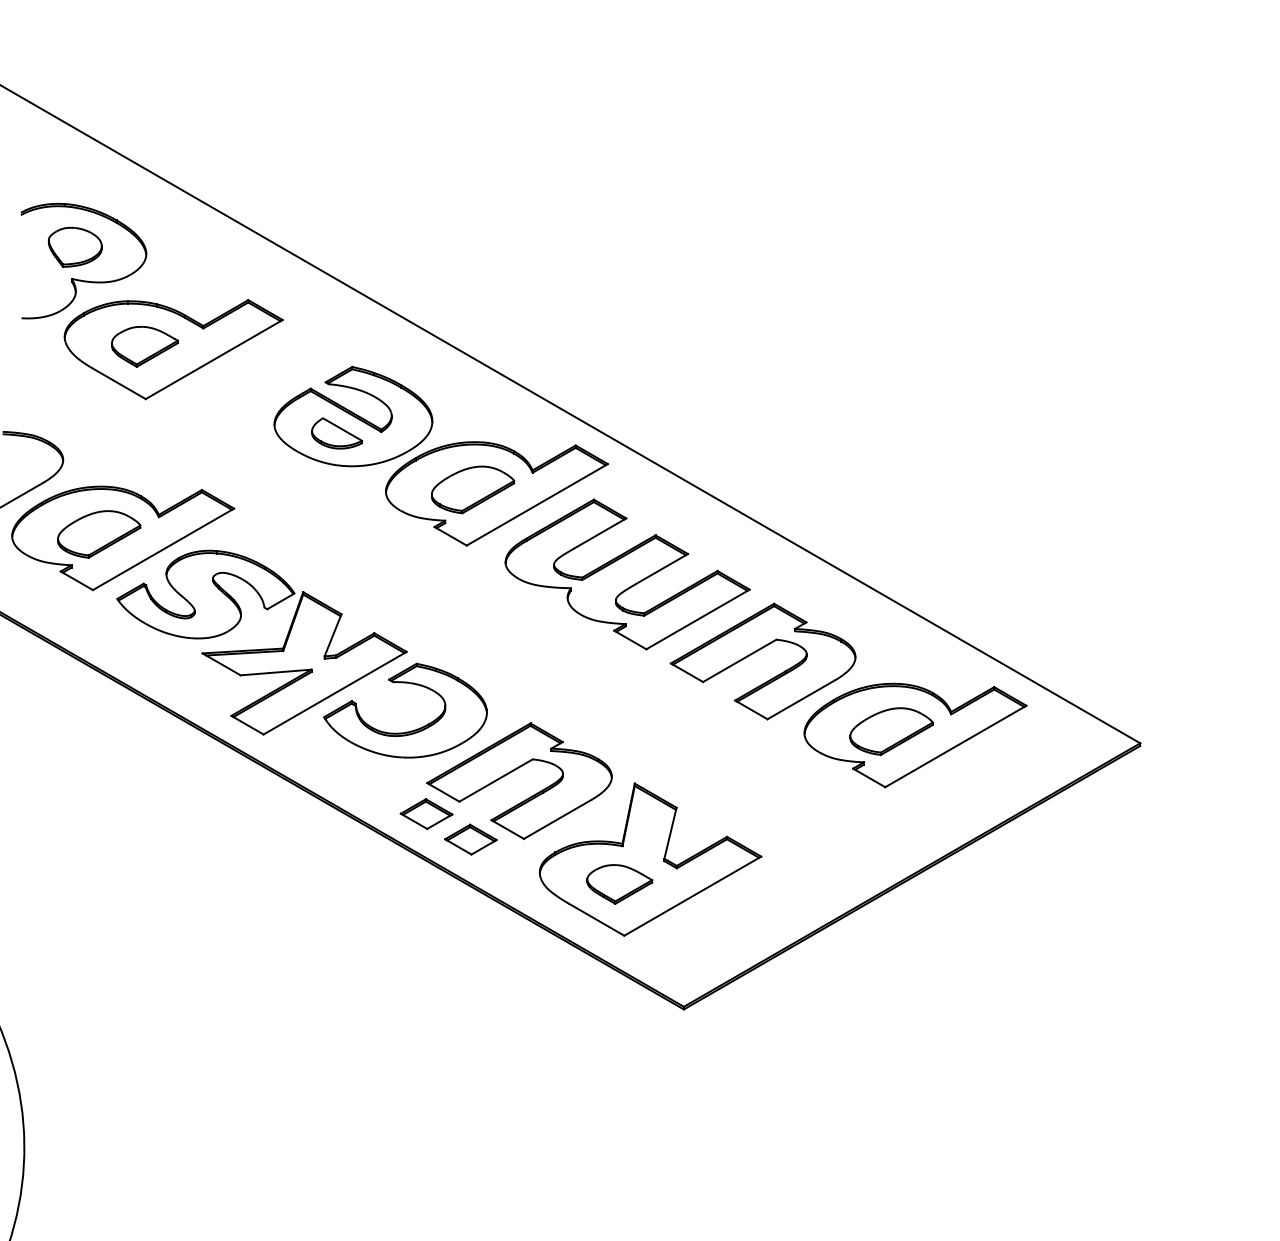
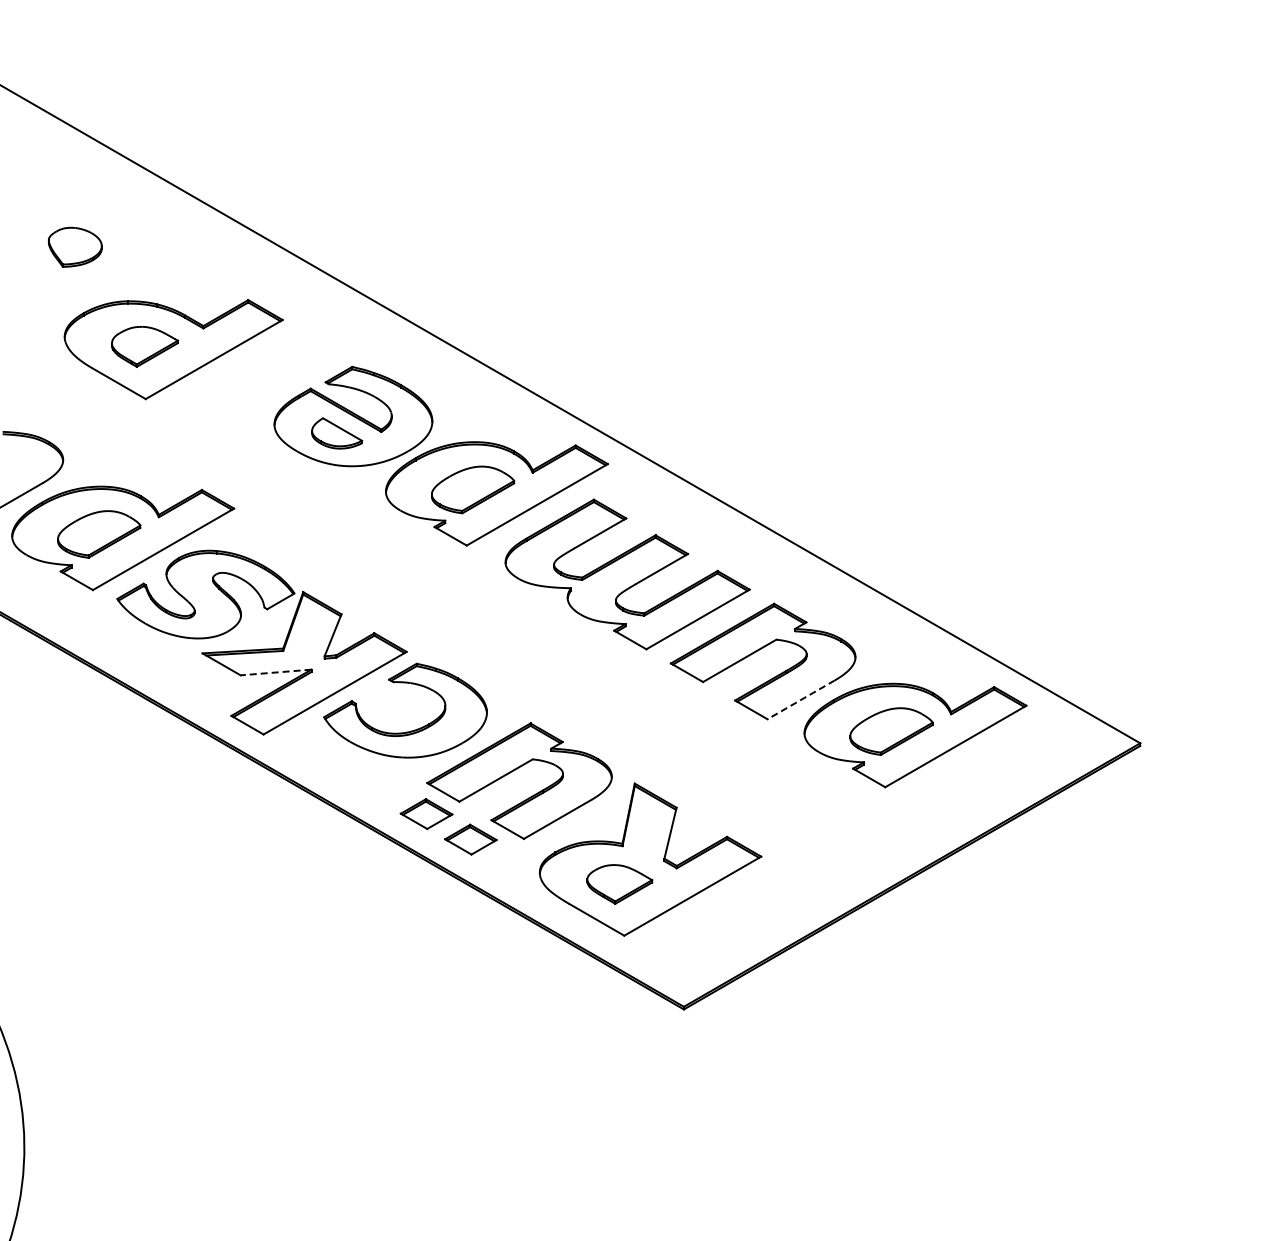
part at (81, 279): present -> none
line at (276, 672): solid -> dashed
line at (801, 699): solid -> dashed
